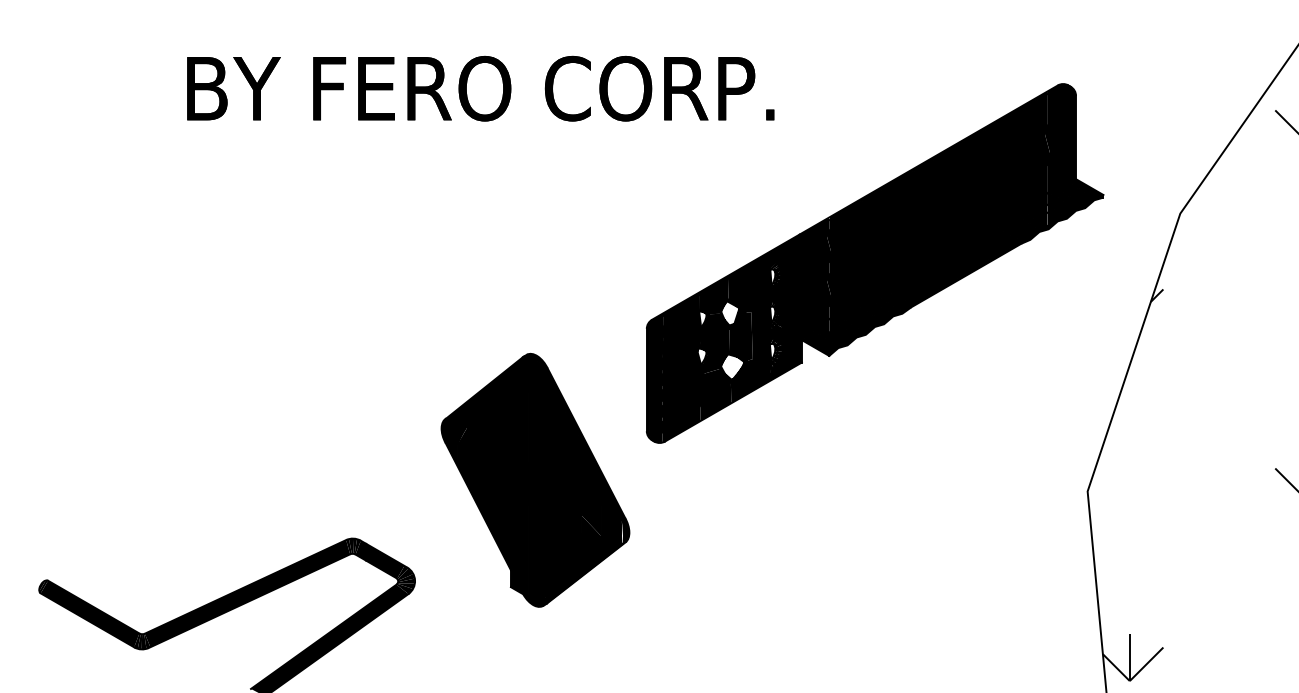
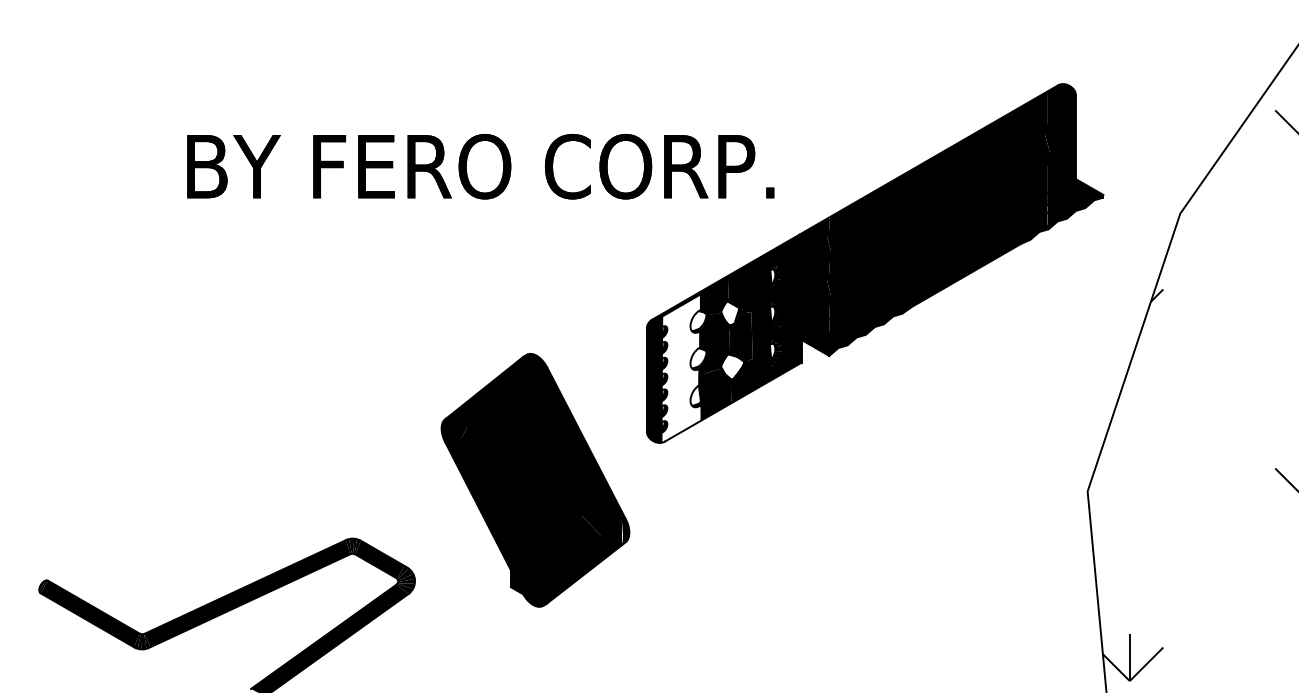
text at (480, 88) position: (480, 88) -> (480, 166)
fill at (681, 368): present -> none
